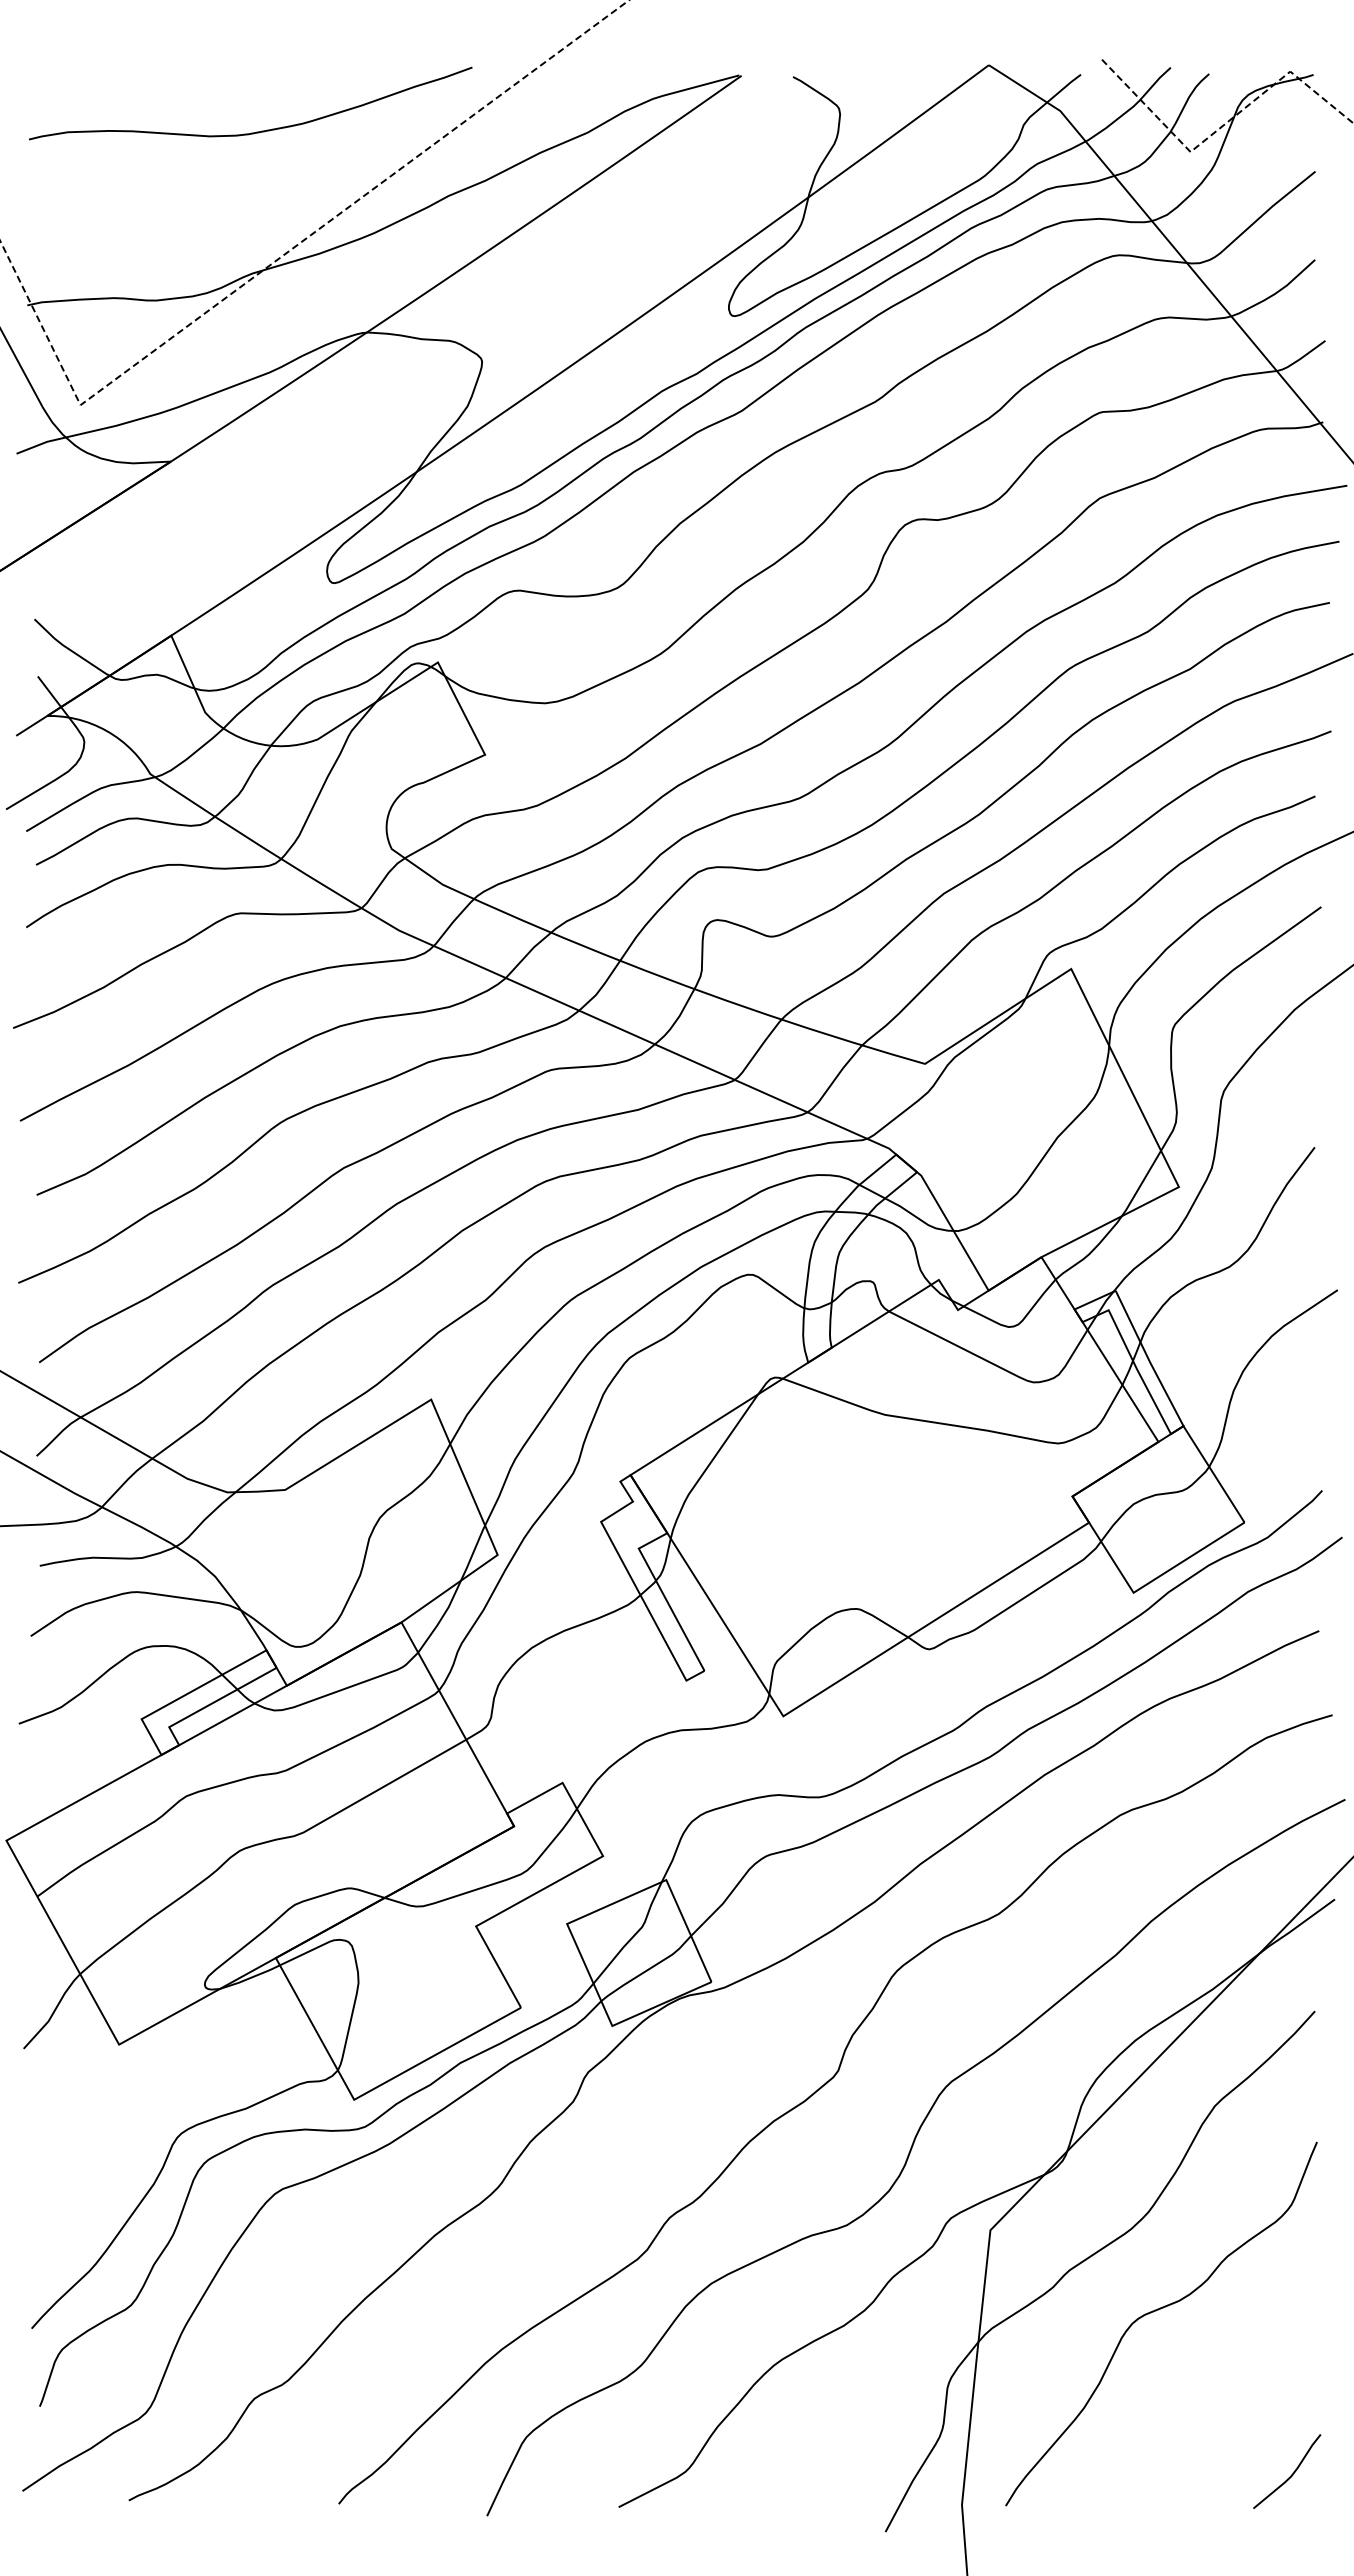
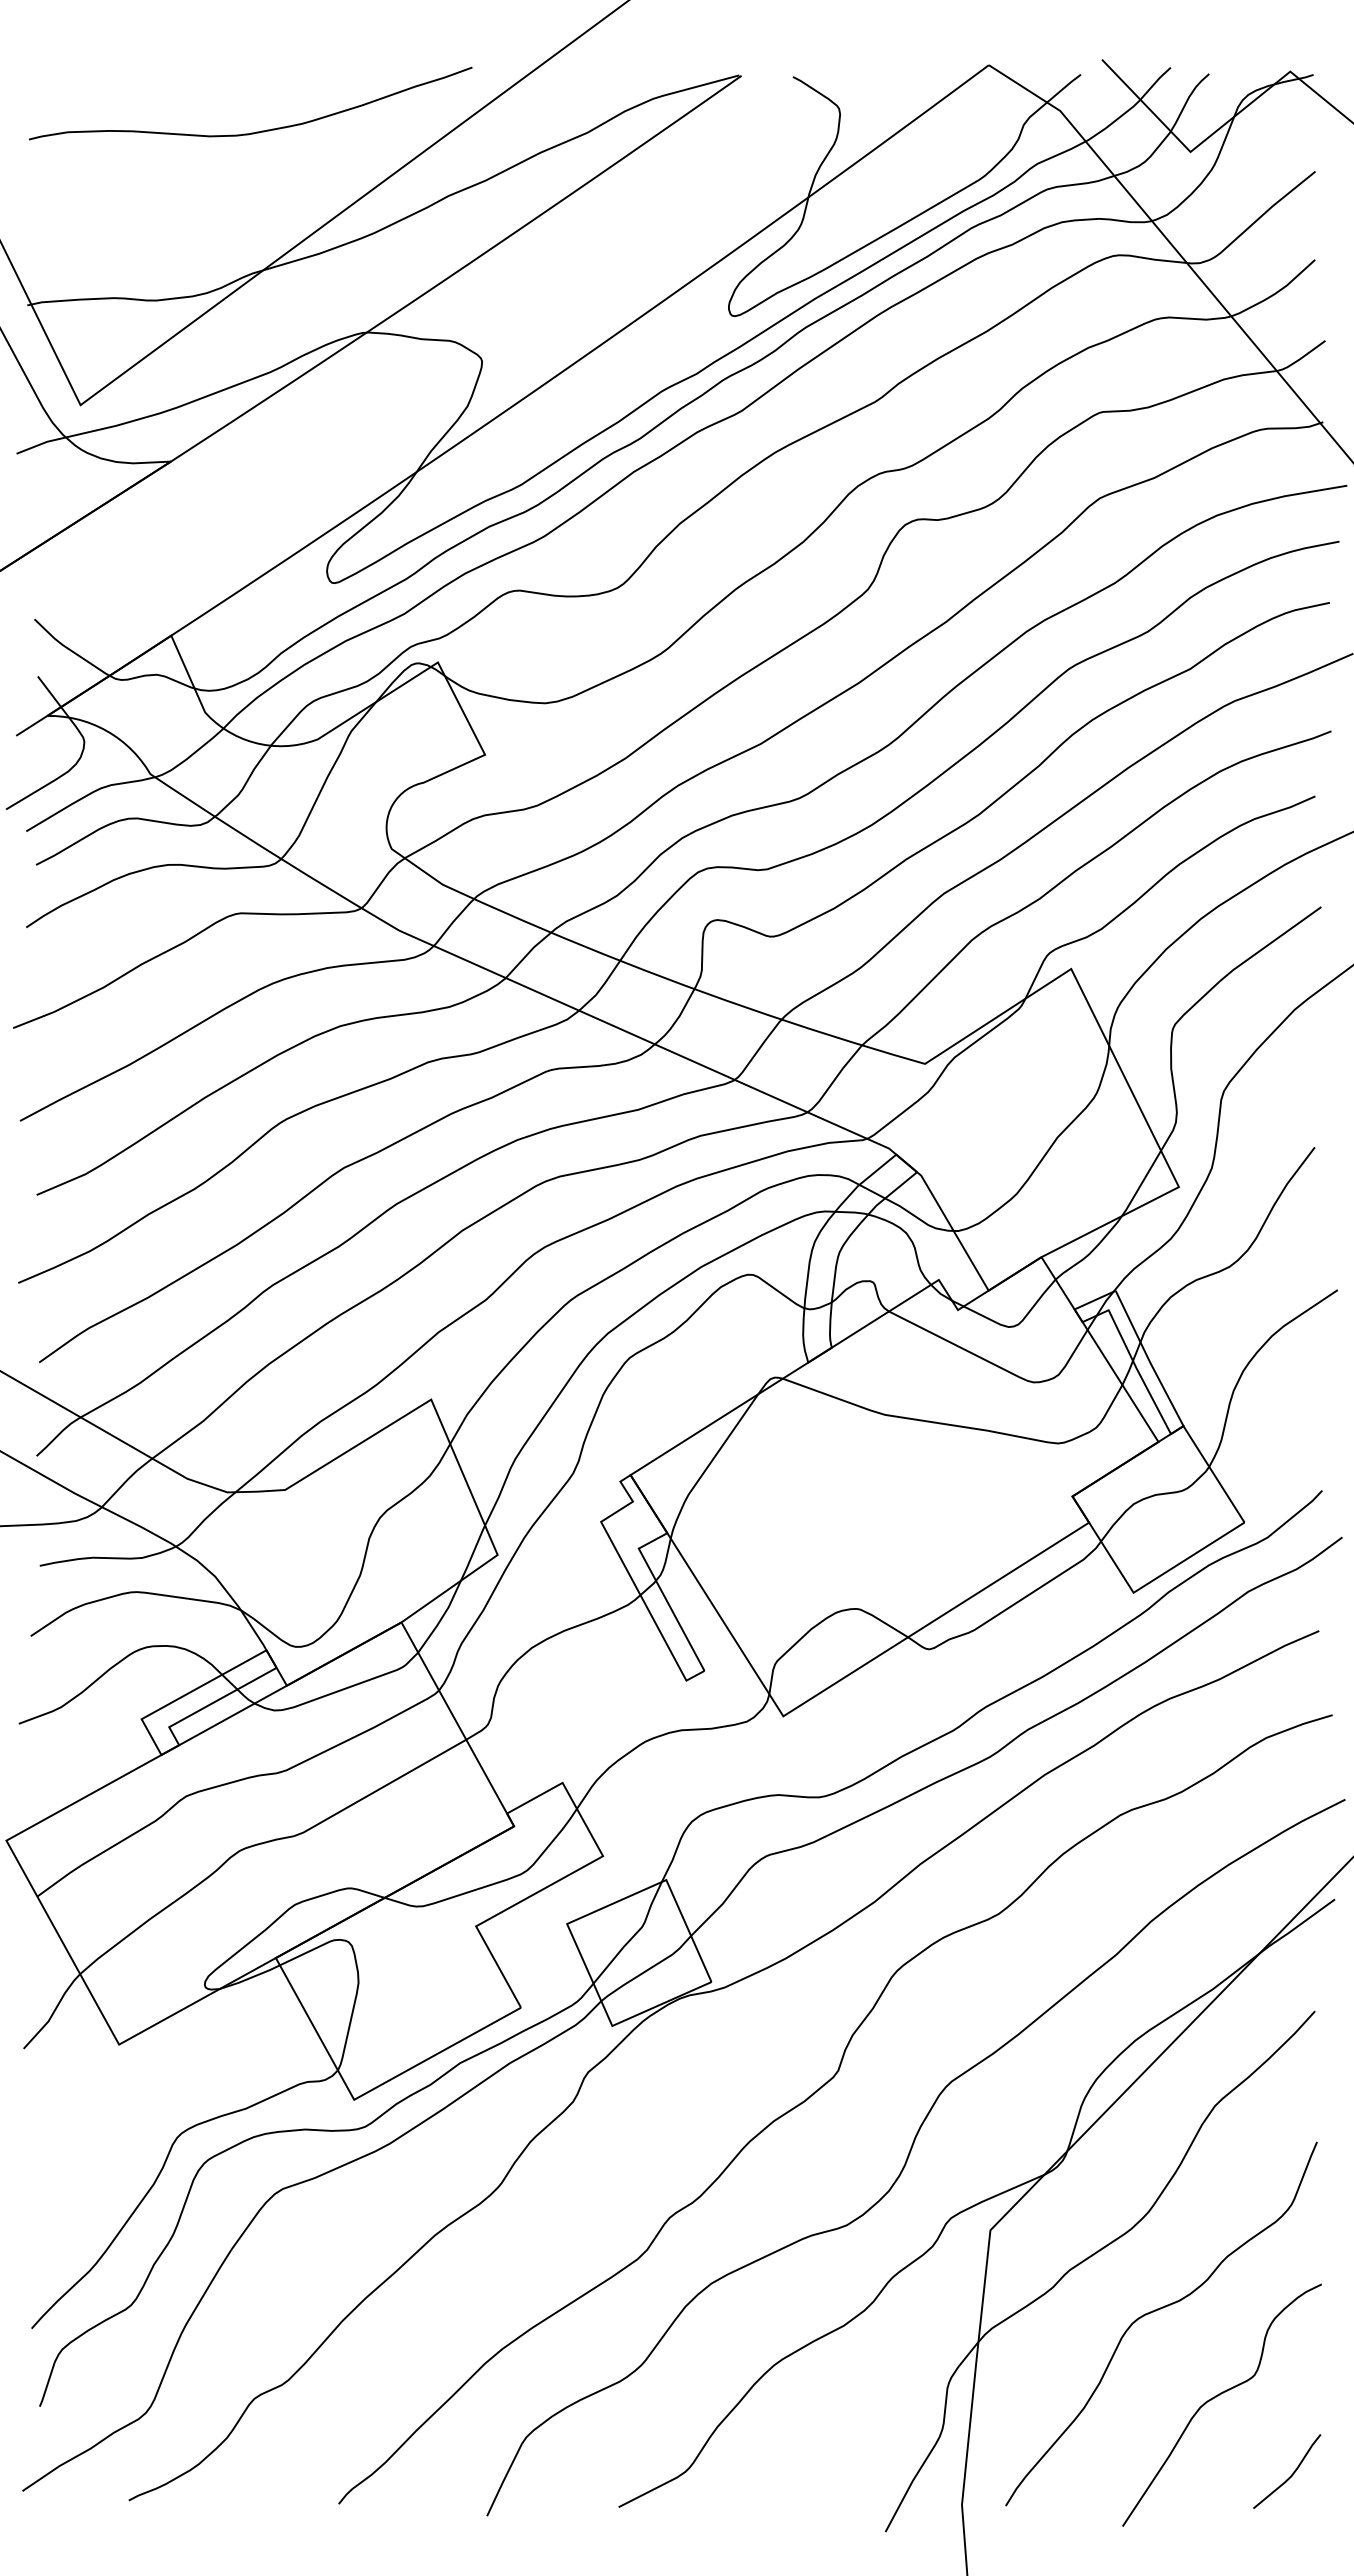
line at (1223, 125): dashed -> solid
line at (280, 257): dashed -> solid
curve at (1218, 2396): none -> present
